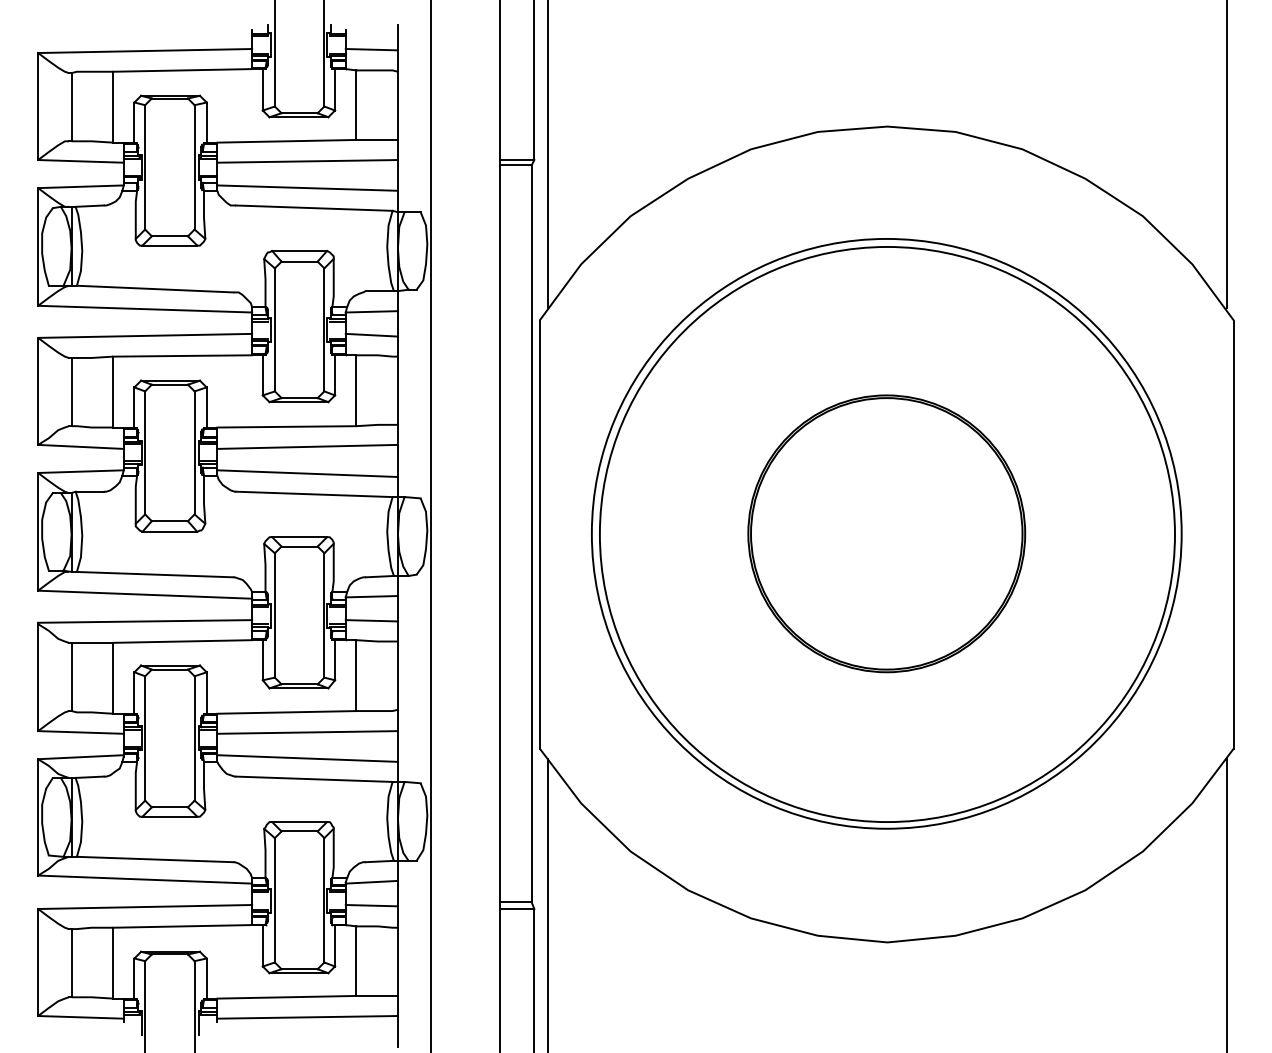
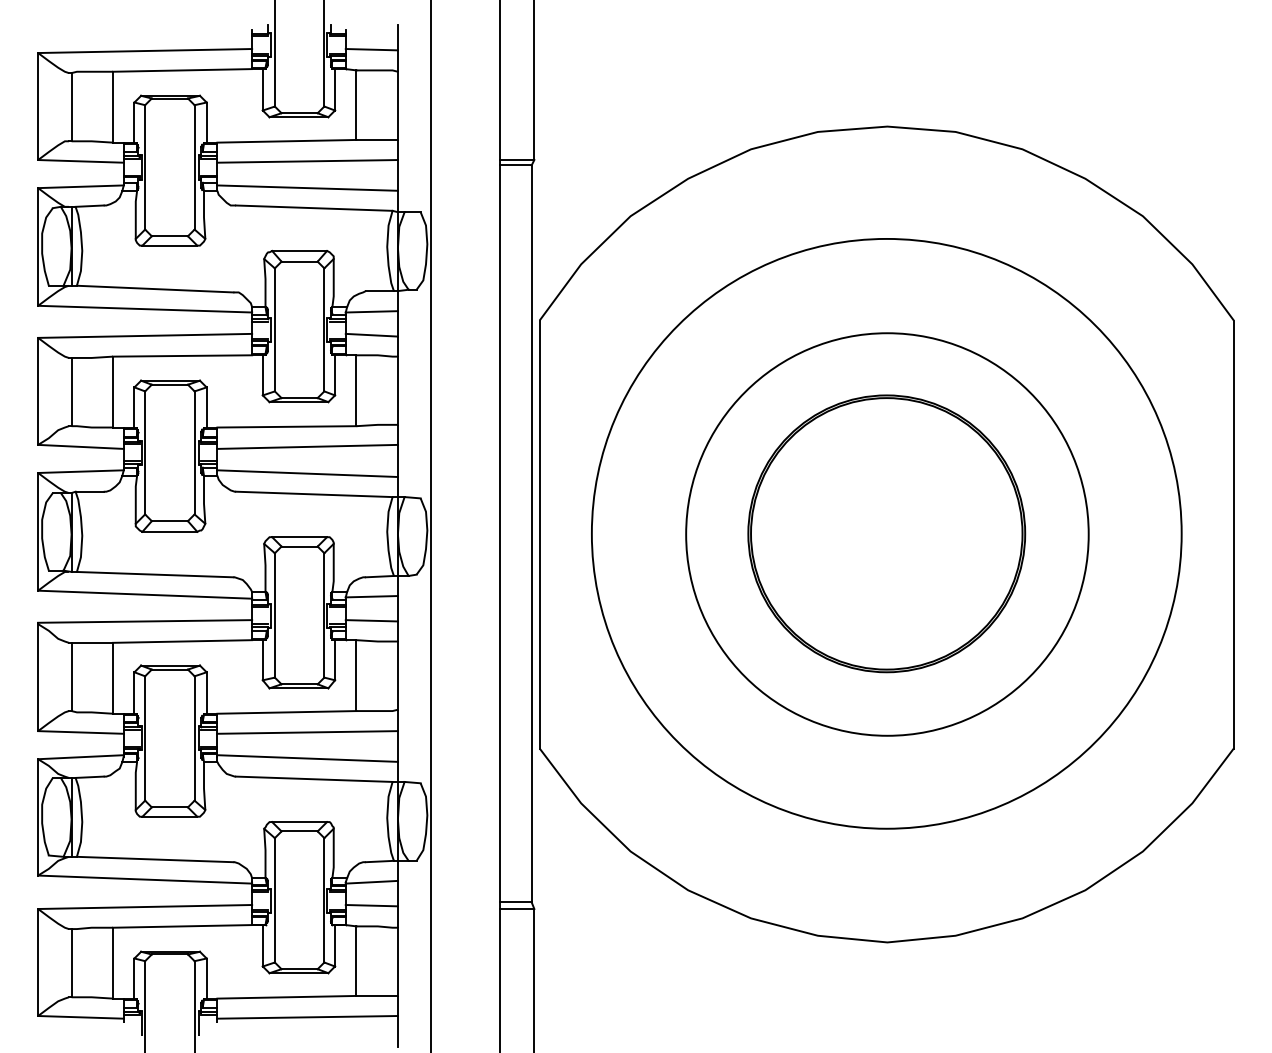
line at (547, 155): present -> none
line at (1227, 155): present -> none
circle at (886, 534) diameter: 575 px -> 403 px
line at (547, 904): present -> none
line at (1227, 904): present -> none
